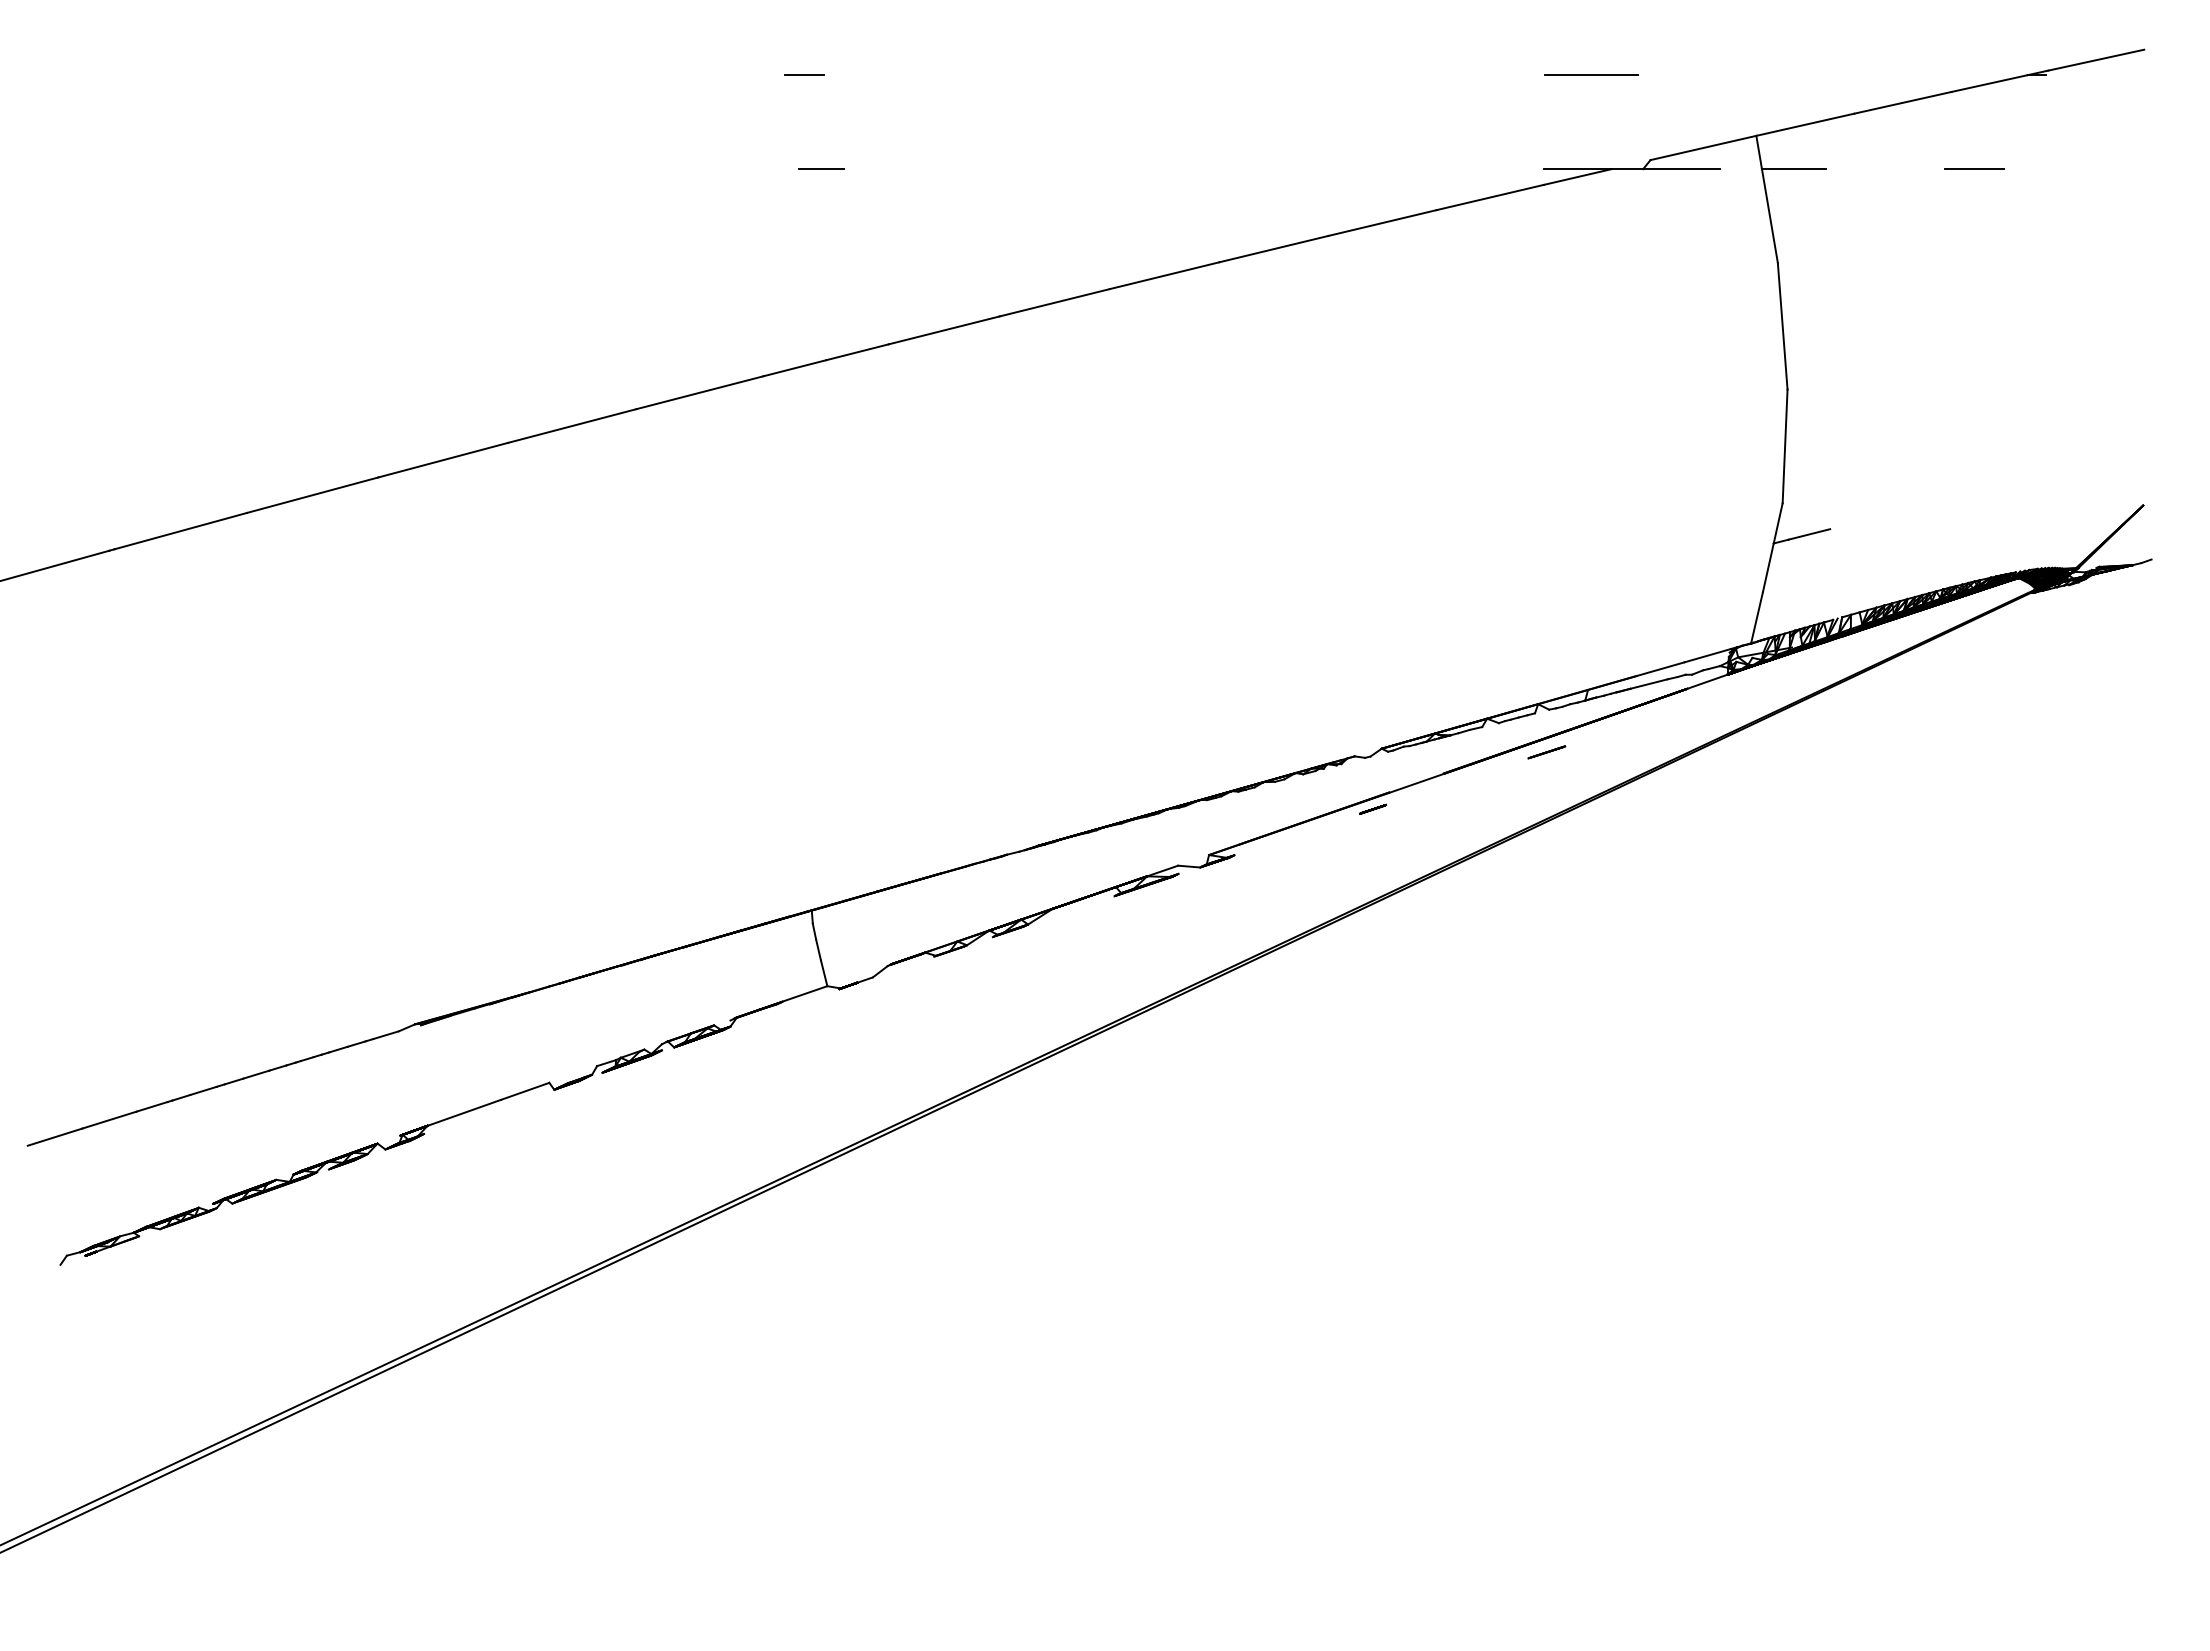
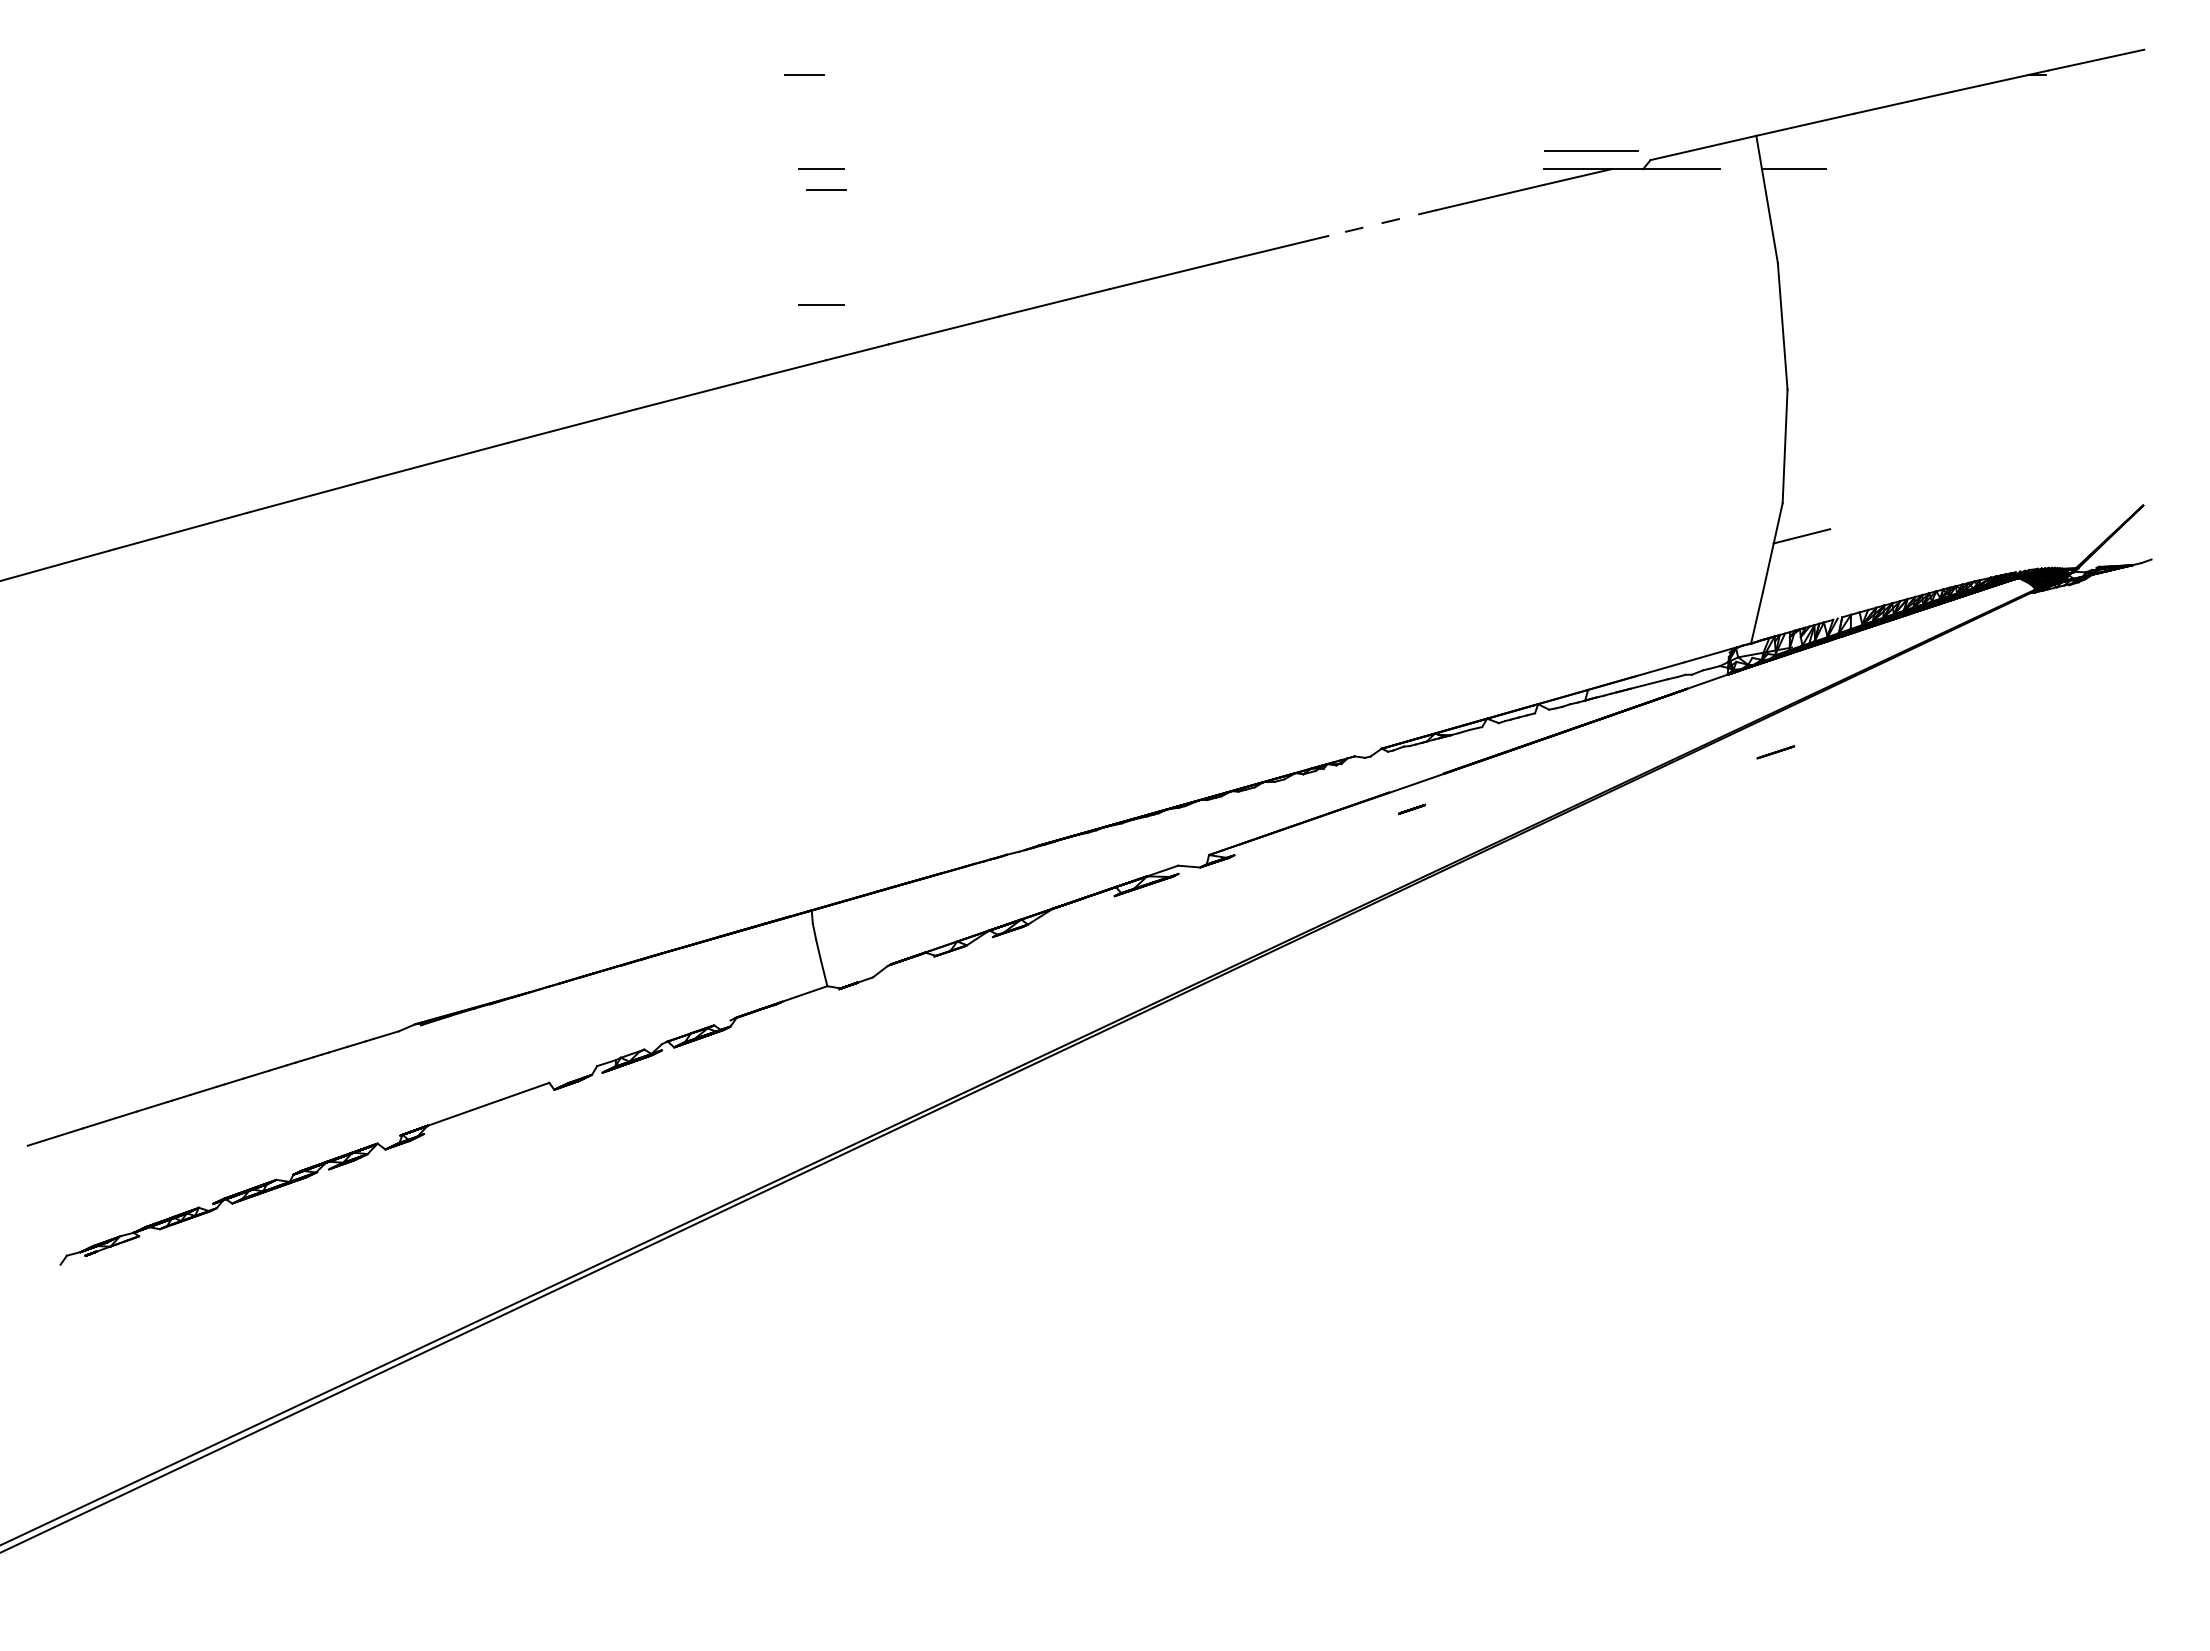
line at (1591, 74) position: (1591, 74) -> (1591, 150)
line at (1974, 169): present -> none
line at (826, 189): none -> present
line at (1382, 223): solid -> dashed
line at (821, 304): none -> present
line at (1546, 752) position: (1546, 752) -> (1775, 752)
line at (1372, 808) position: (1372, 808) -> (1411, 808)
